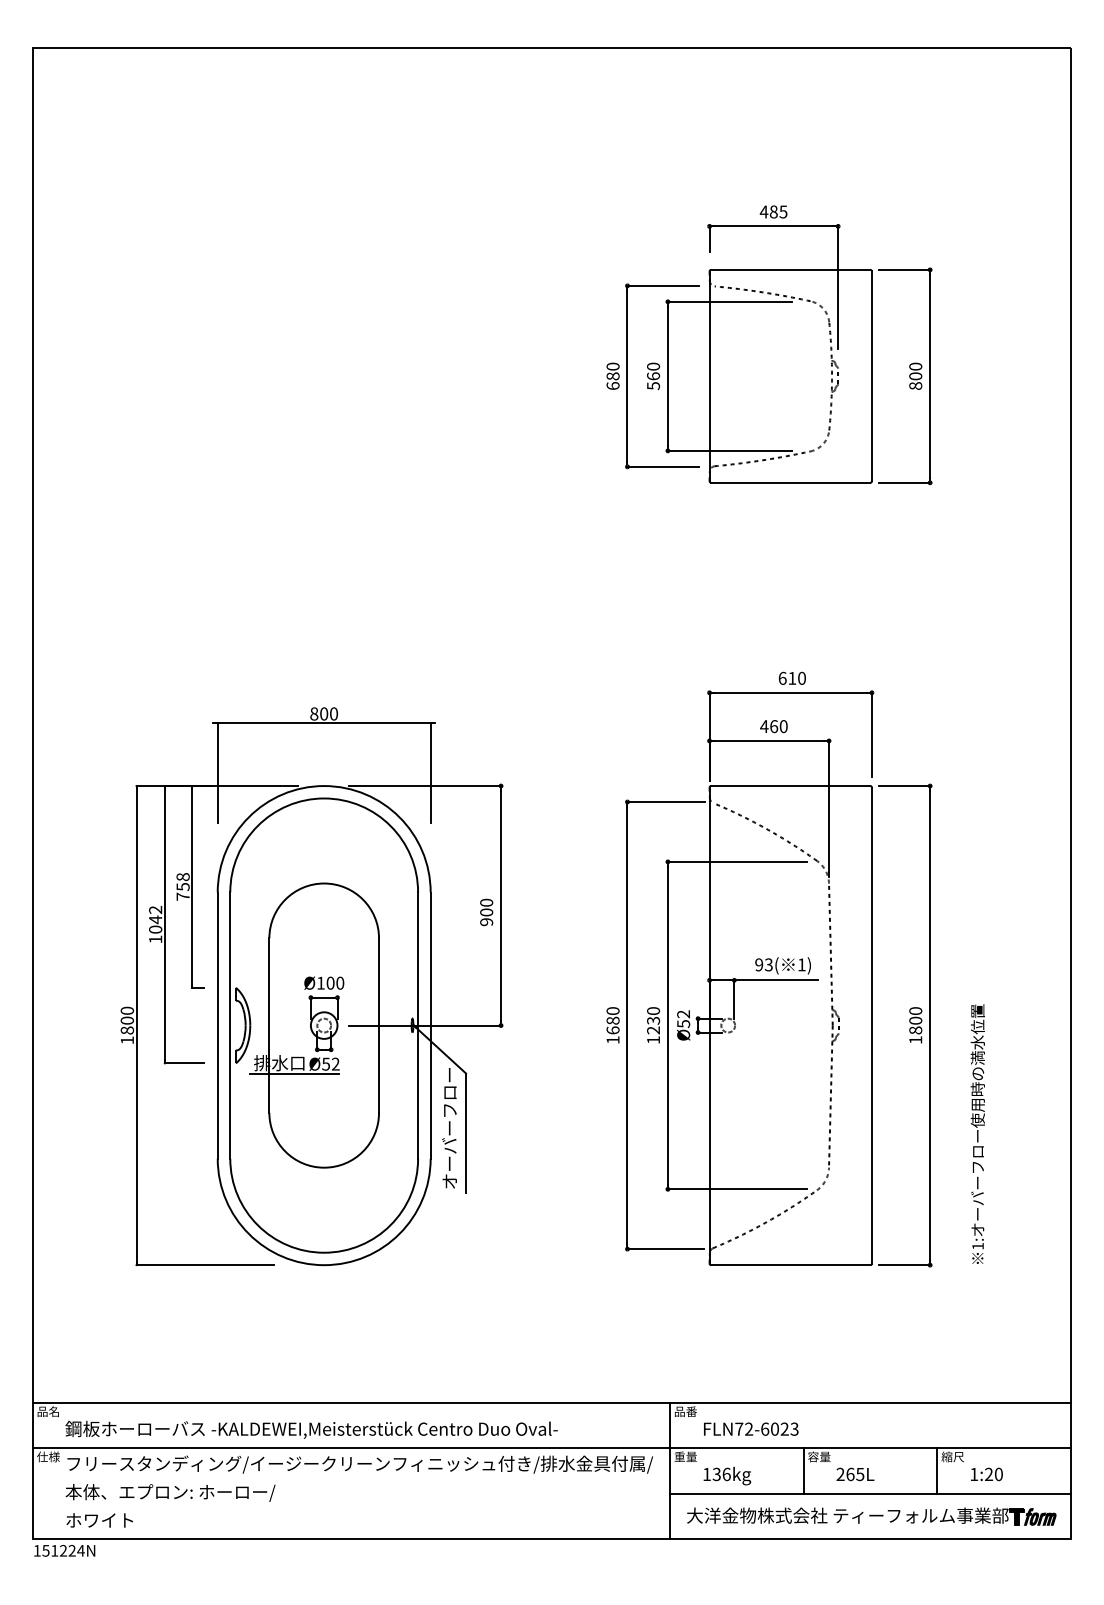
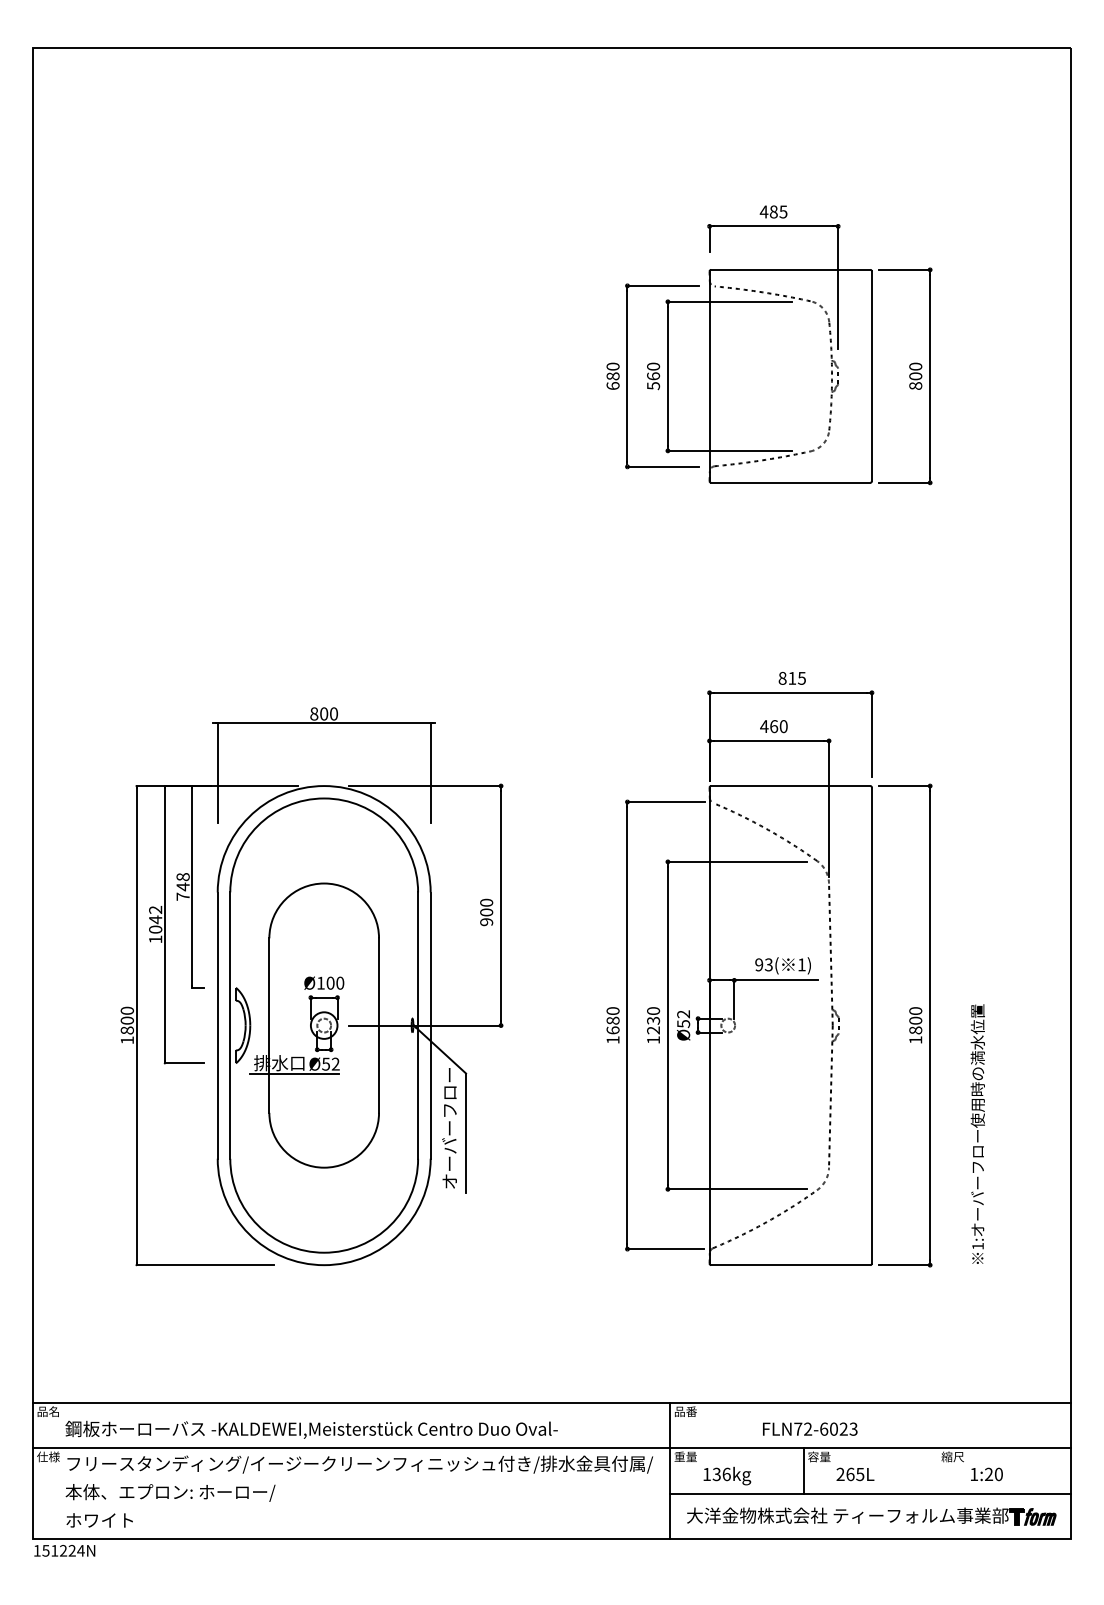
text at (791, 677): 610 -> 815
text at (182, 886): 758 -> 748
text at (751, 1428) position: (751, 1428) -> (810, 1428)
line at (937, 1470): present -> none
